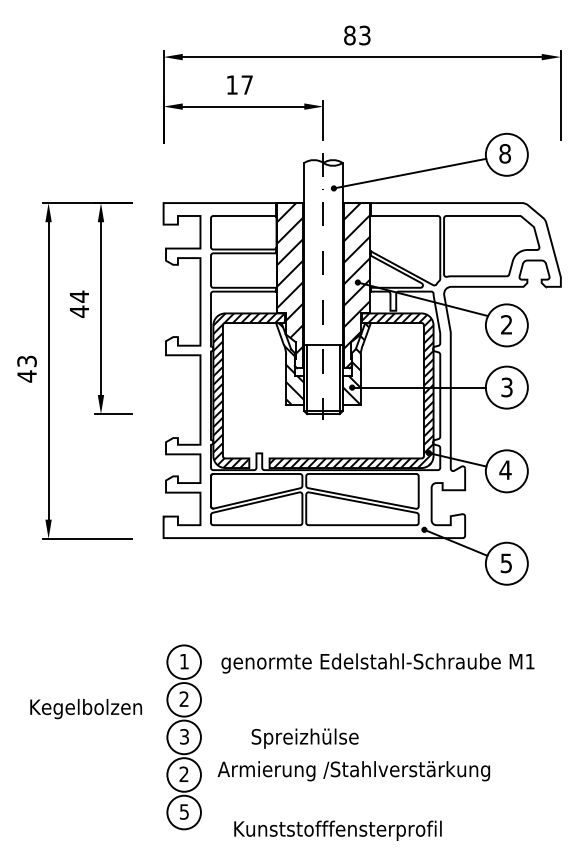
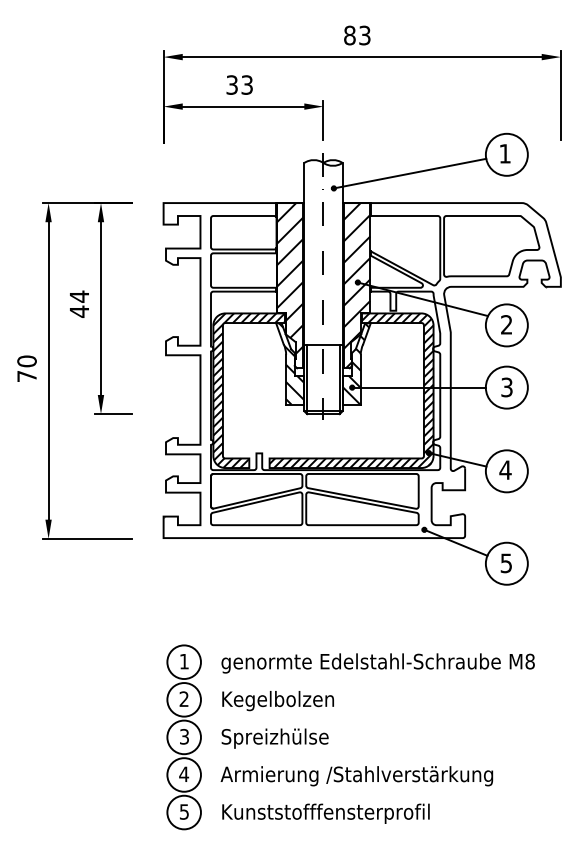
text at (239, 84): 17 -> 33
text at (504, 153): 8 -> 1
text at (26, 368): 43 -> 70
text at (529, 661): M1 -> M8
text at (85, 709) position: (85, 709) -> (277, 701)
text at (304, 738) position: (304, 738) -> (274, 738)
text at (353, 771) position: (353, 771) -> (356, 776)
text at (184, 773): 2 -> 4
text at (337, 830) position: (337, 830) -> (325, 813)
